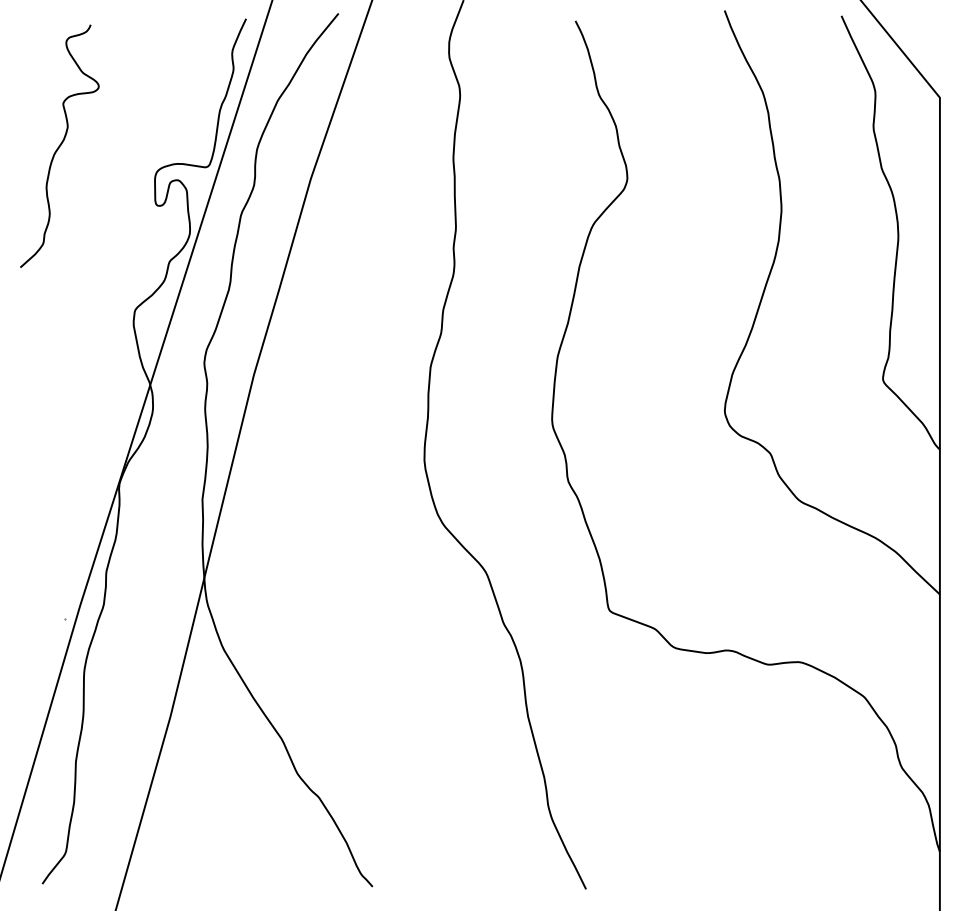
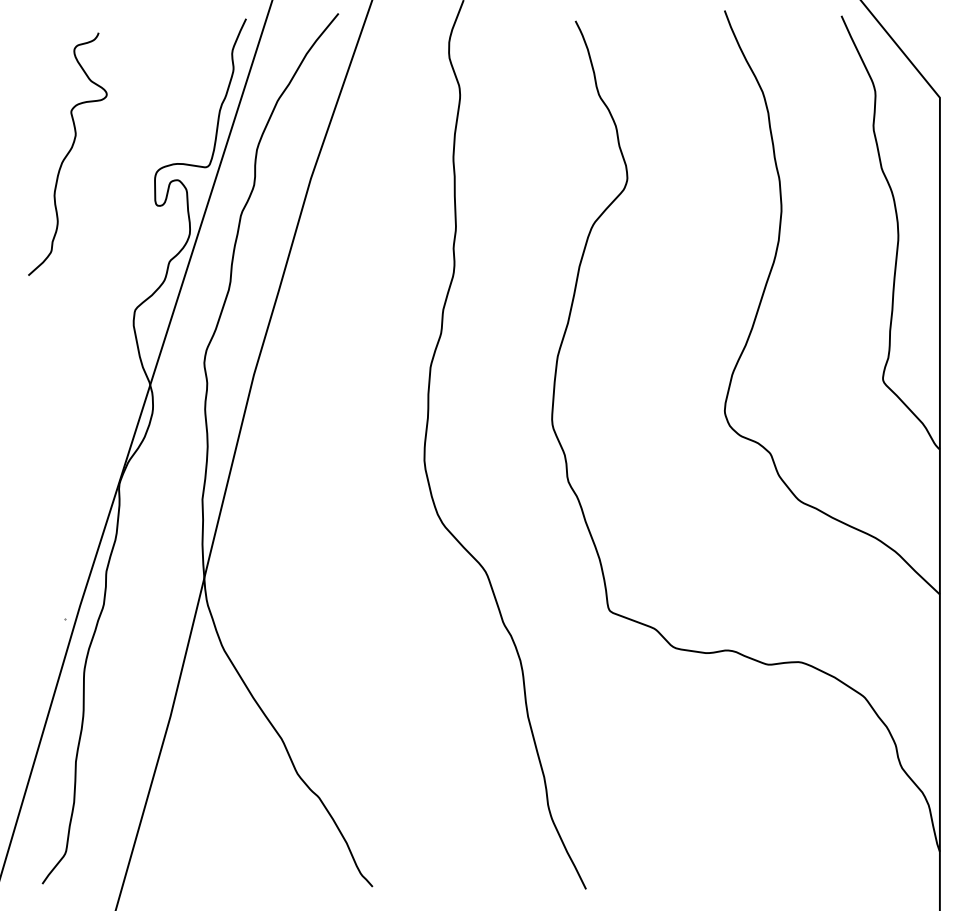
curve at (59, 145) position: (59, 145) -> (67, 153)
